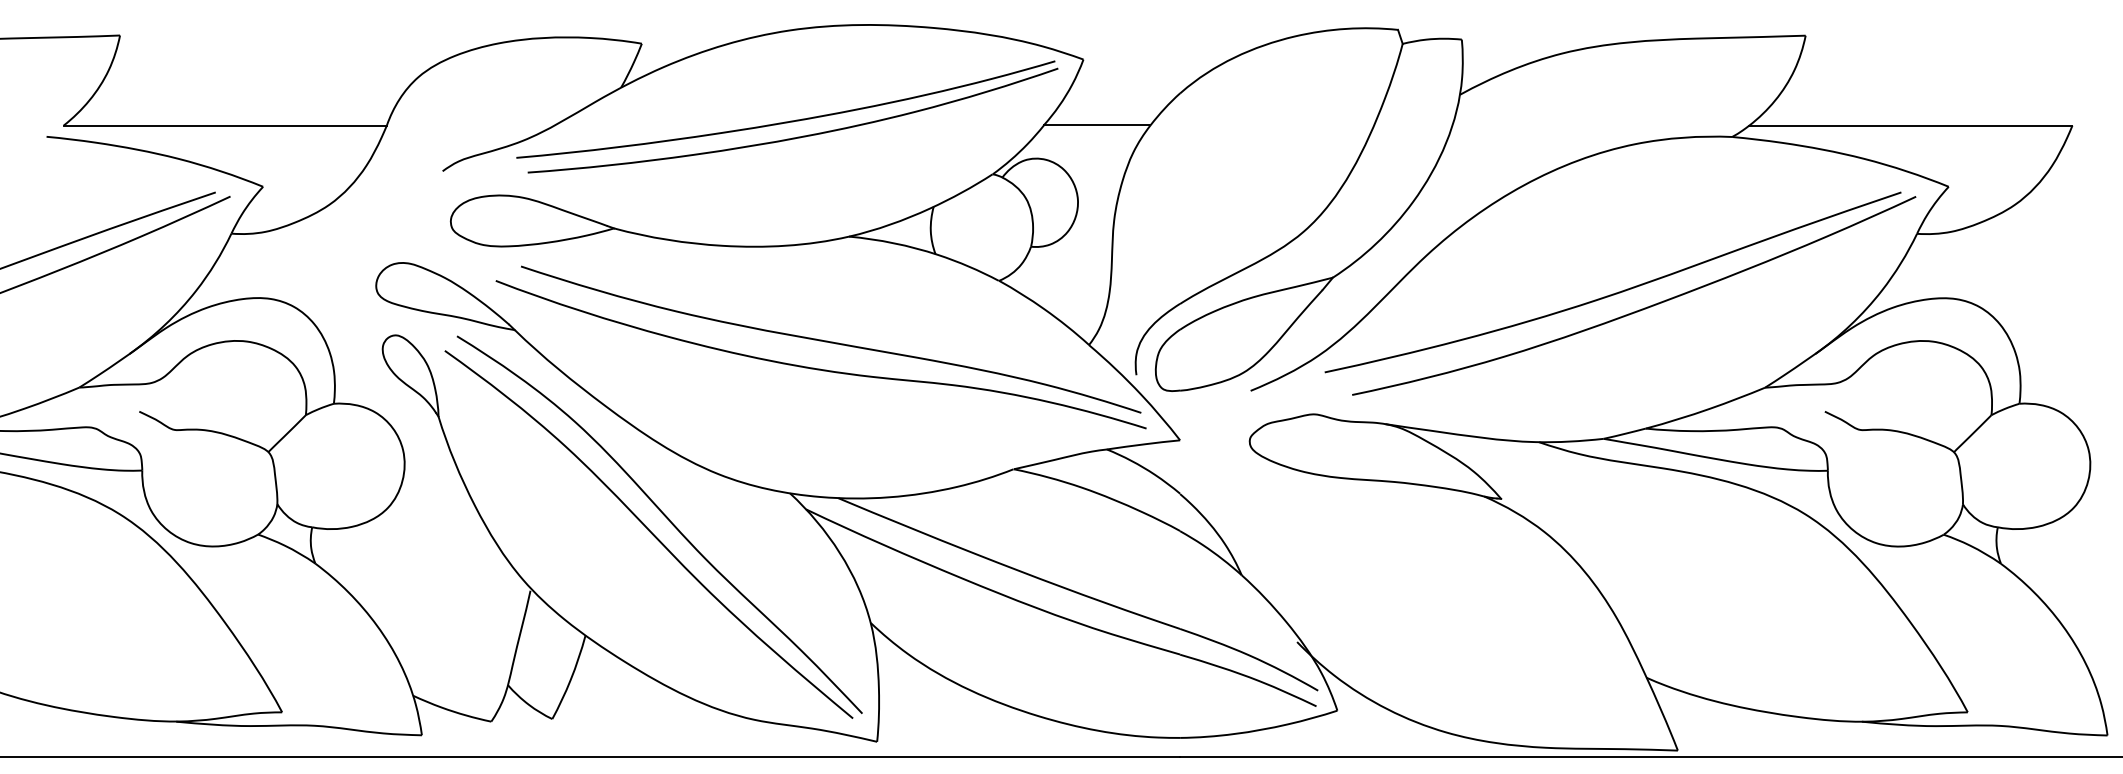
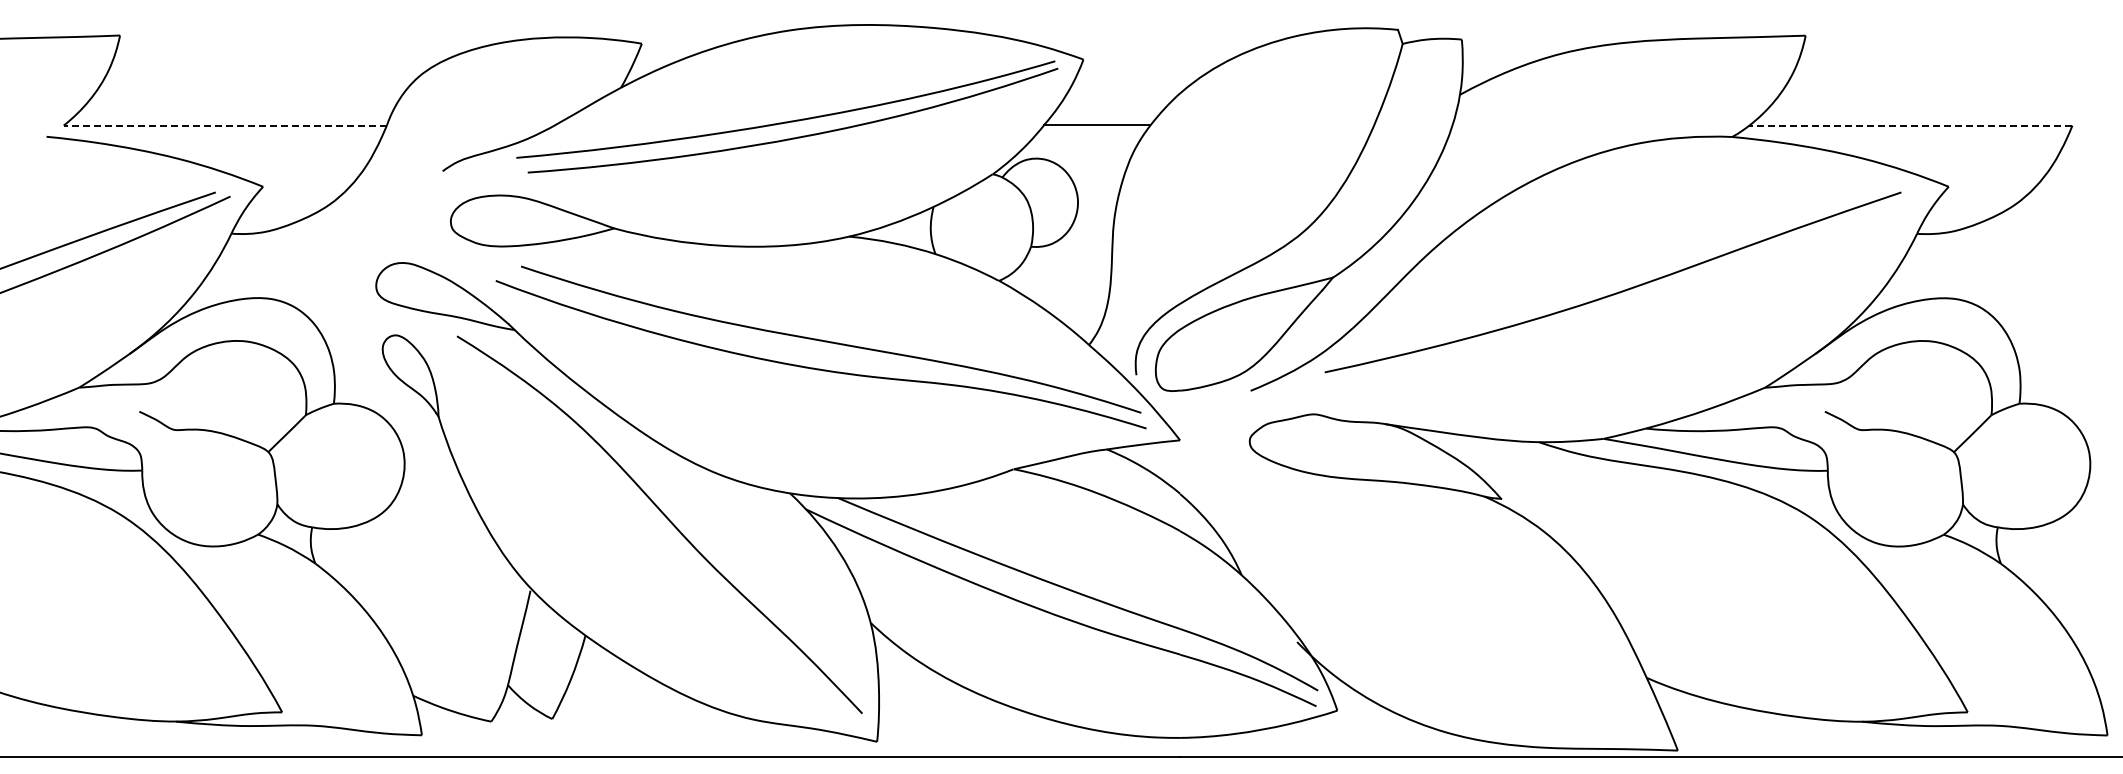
line at (225, 125): solid -> dashed
line at (1910, 125): solid -> dashed
curve at (1641, 308): present -> none
curve at (649, 532): present -> none
